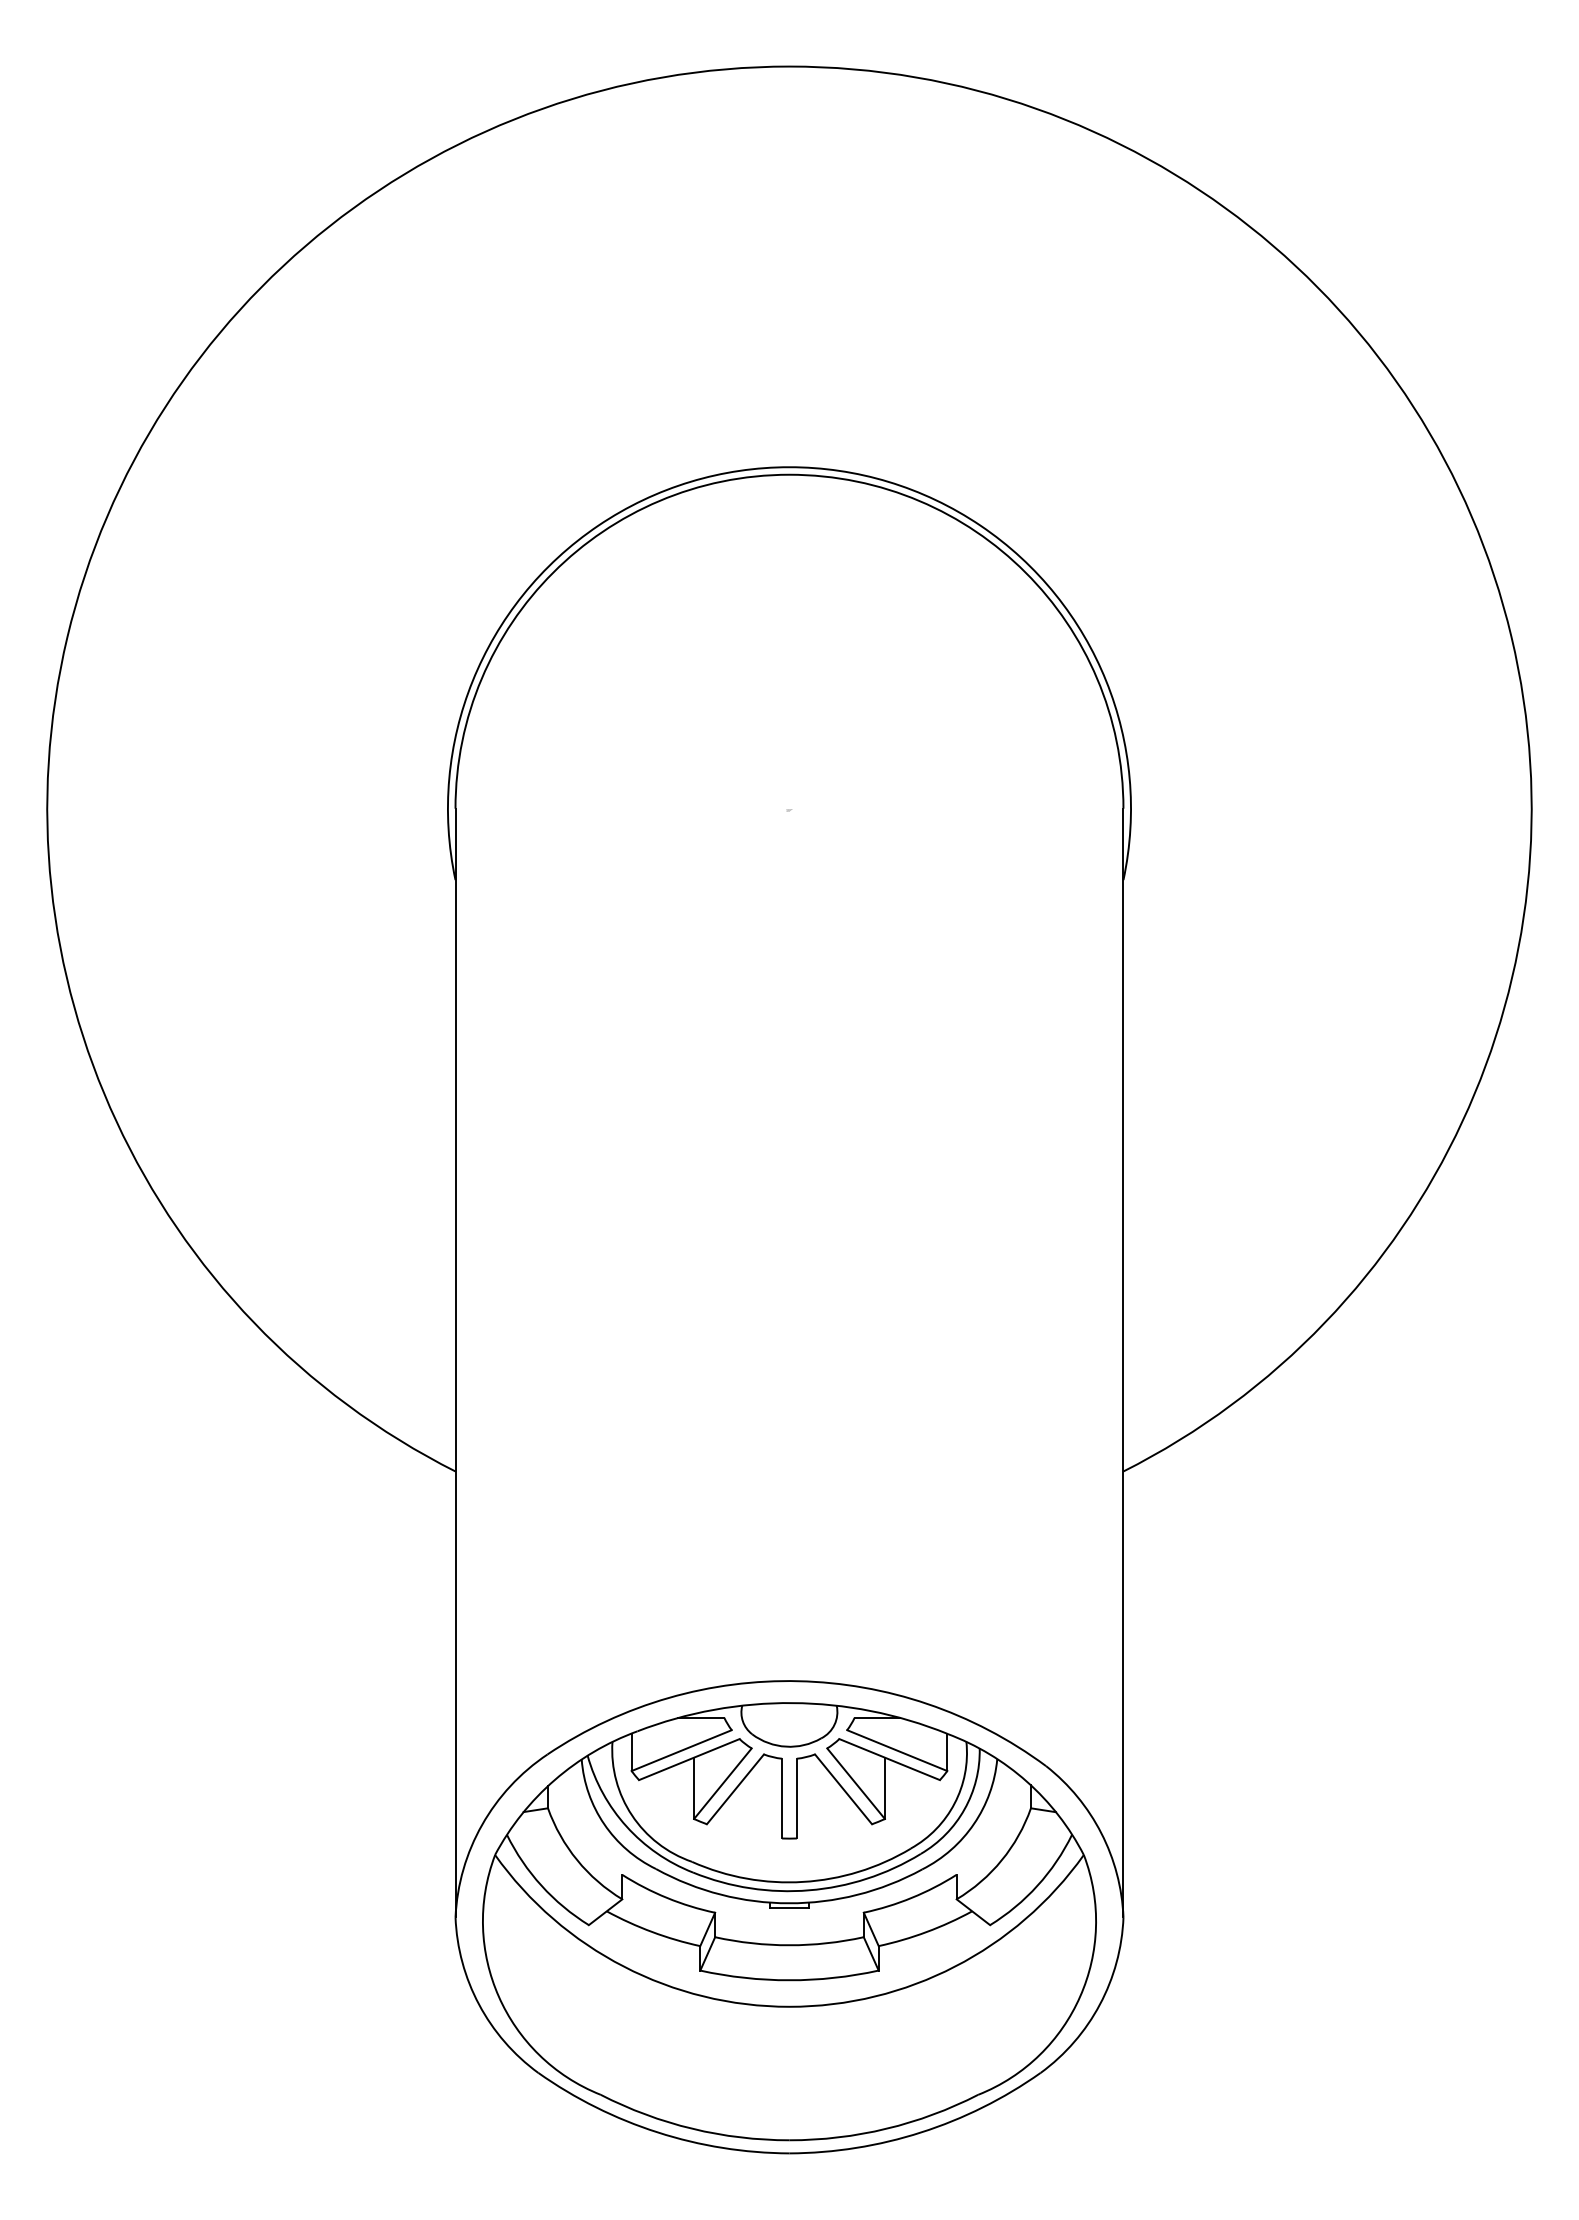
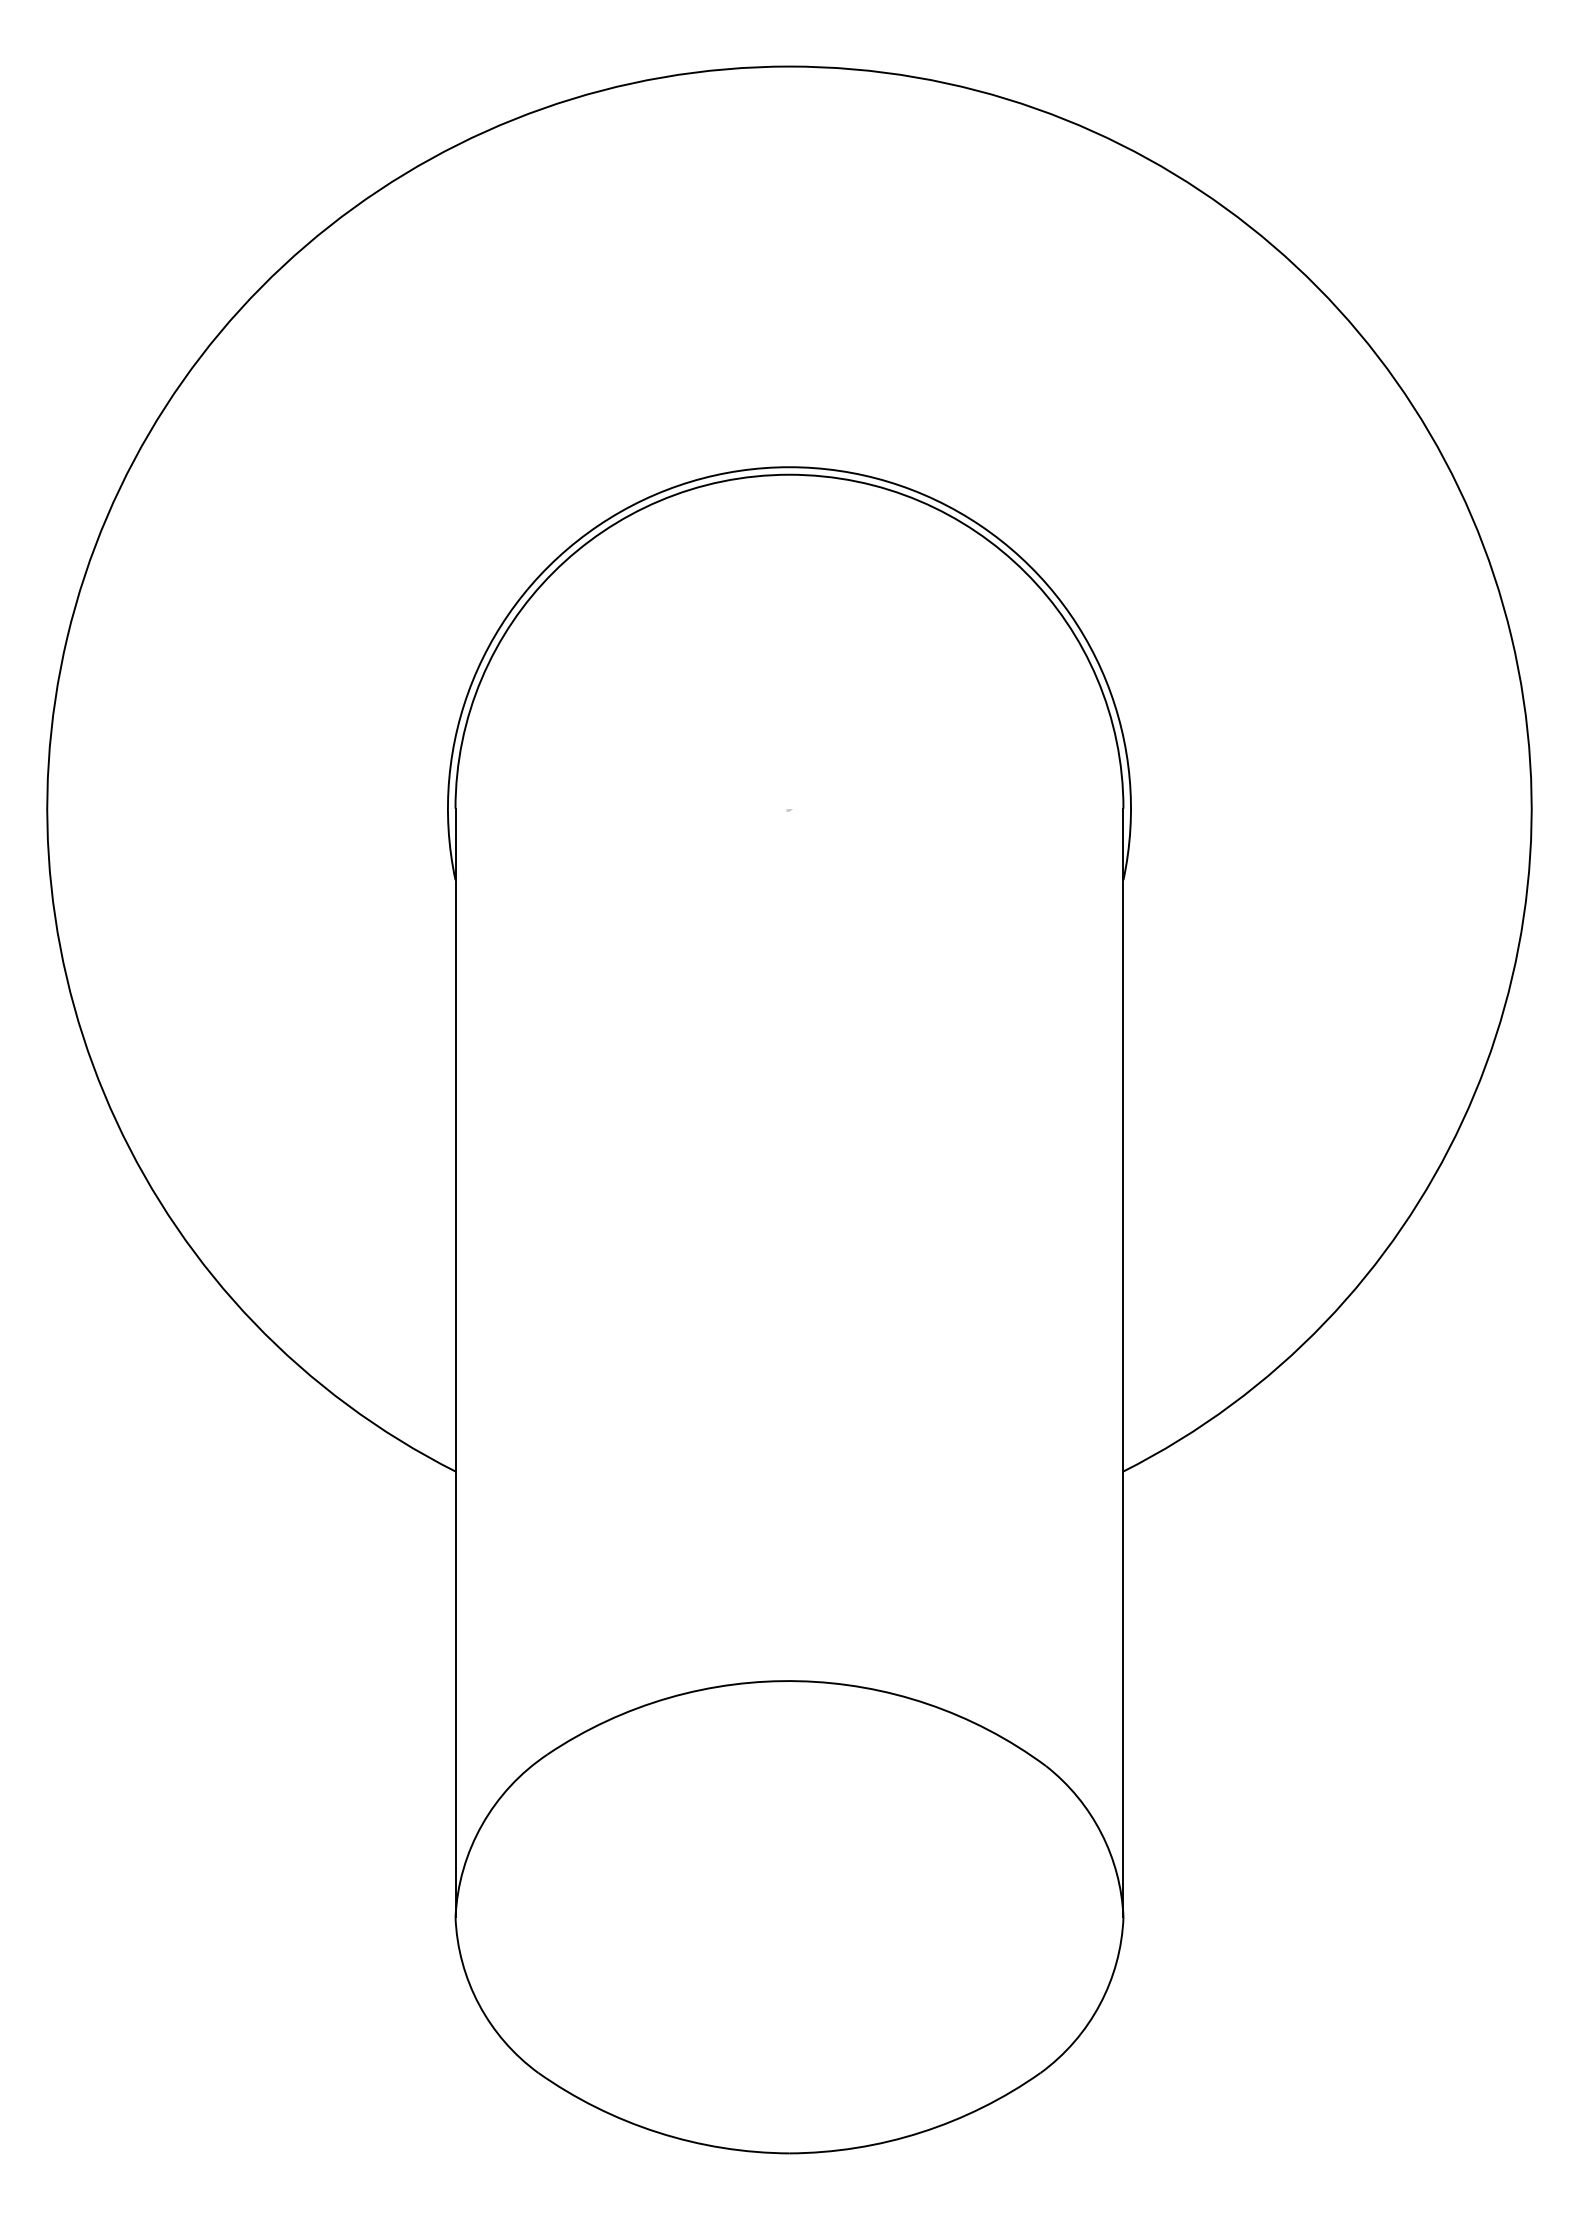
part at (789, 1921): present -> none
